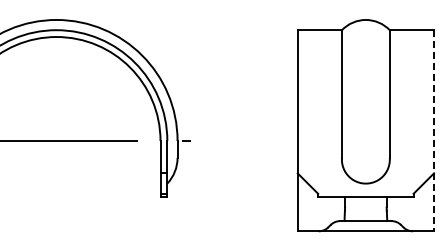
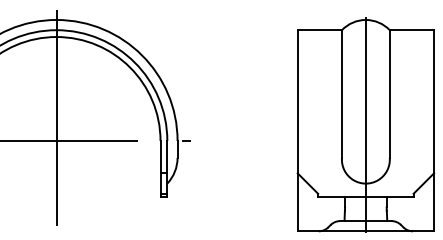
line at (56, 114): none -> present
line at (365, 126): none -> present
line at (434, 130): dashed -> solid
